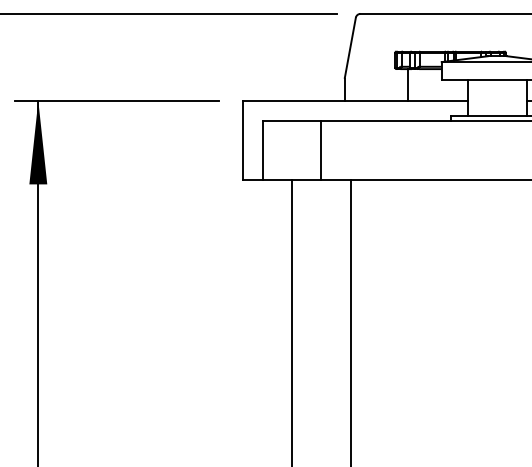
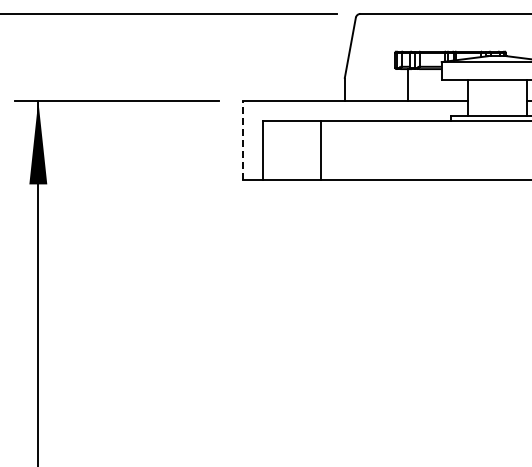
line at (242, 139): solid -> dashed
line at (291, 321): present -> none
line at (350, 321): present -> none
